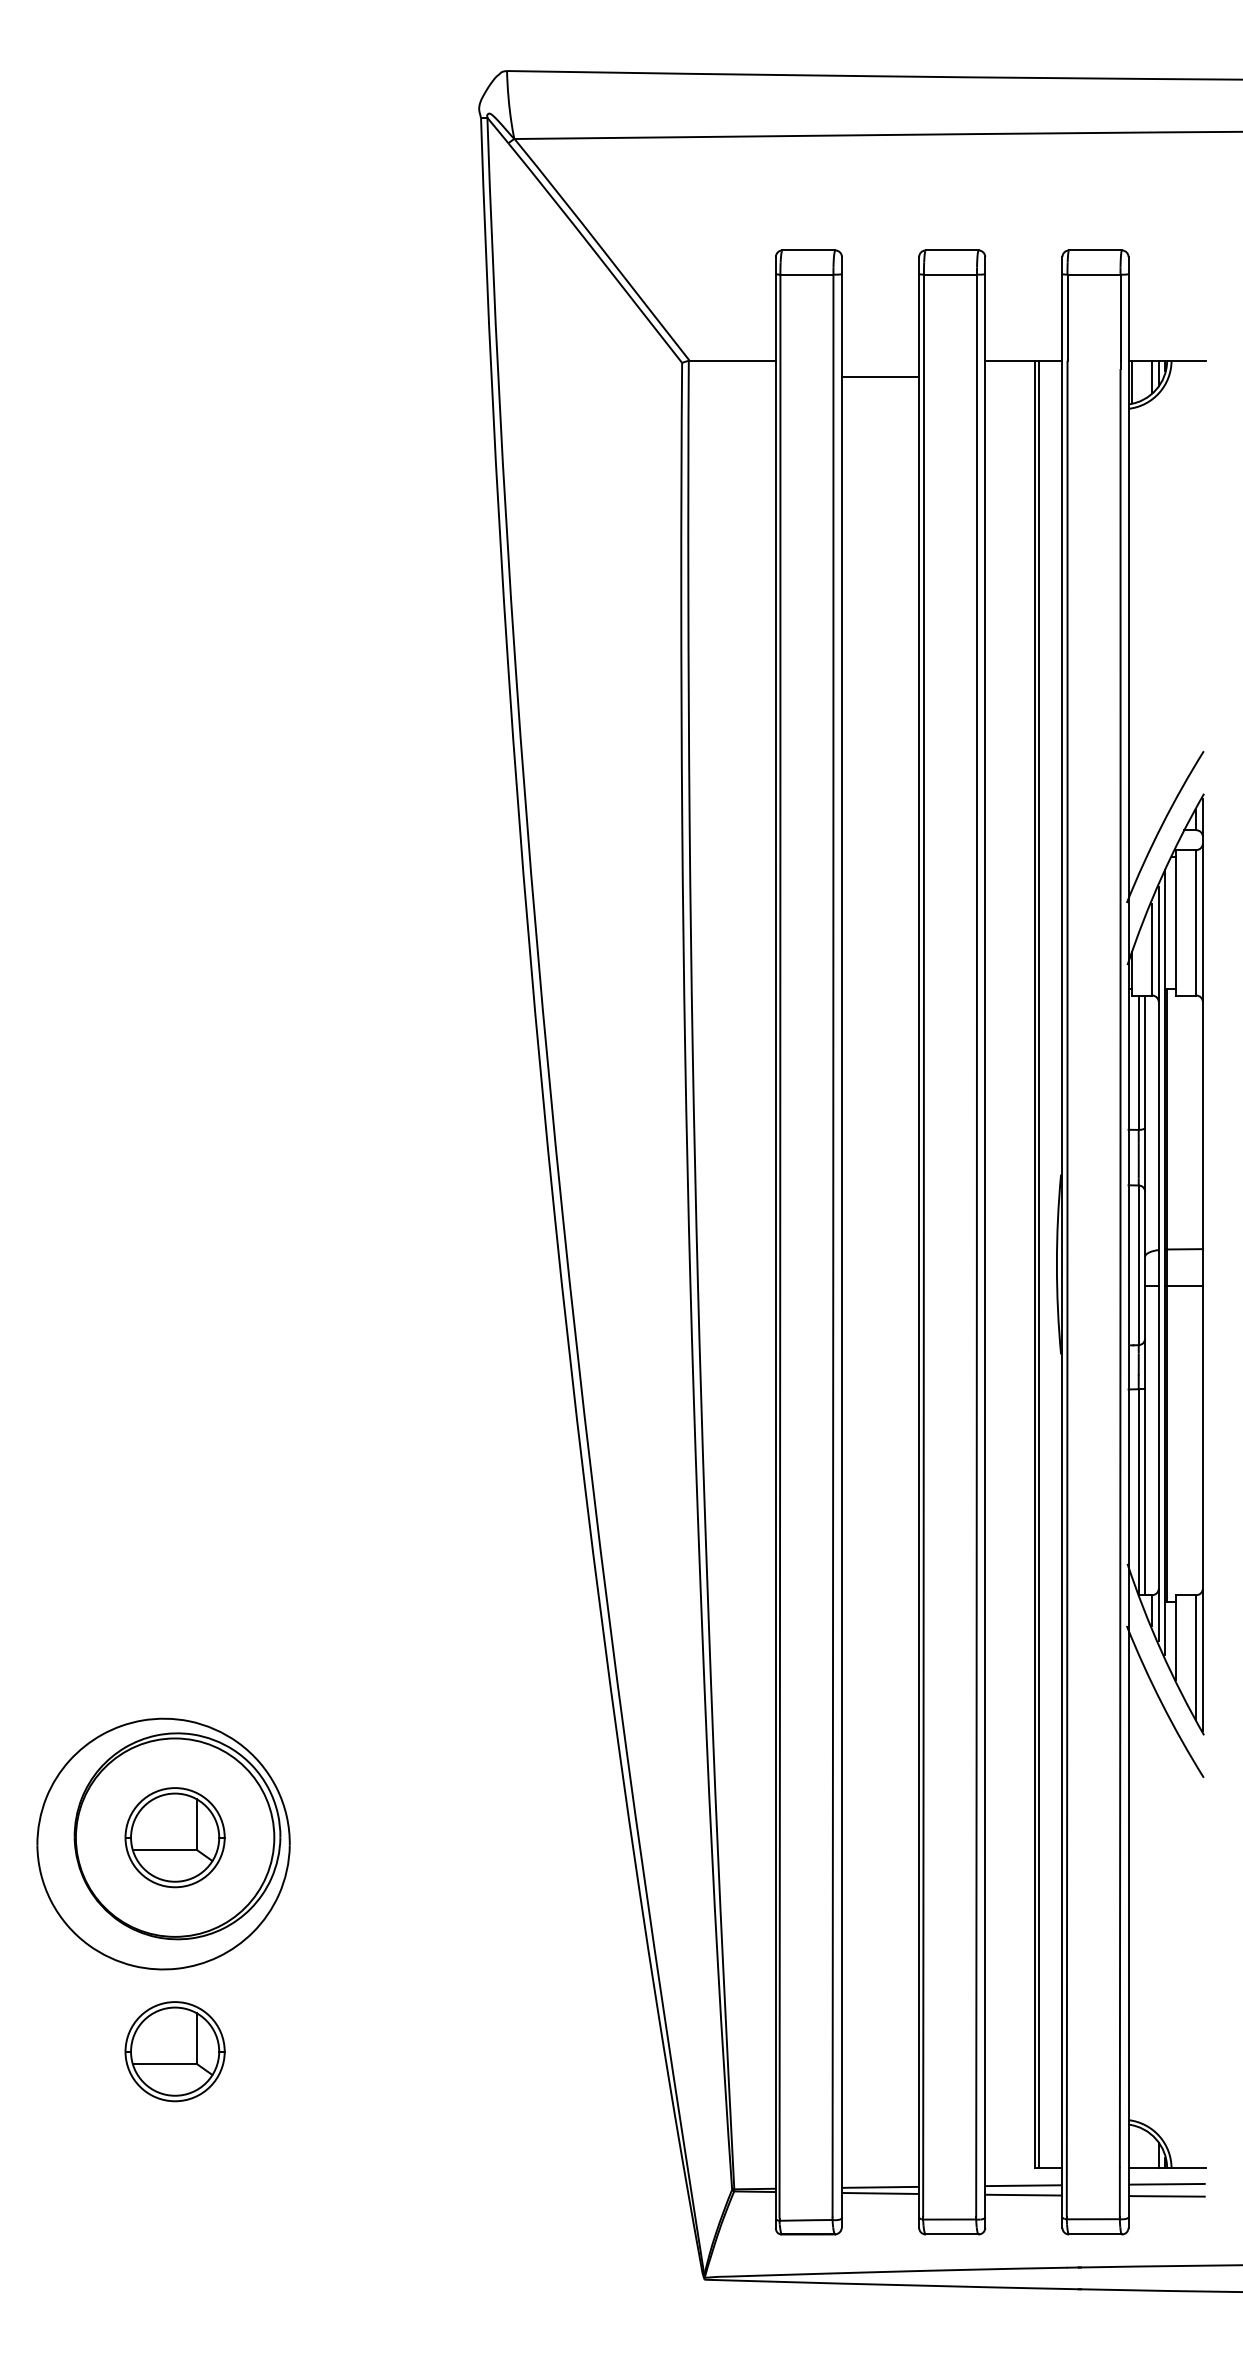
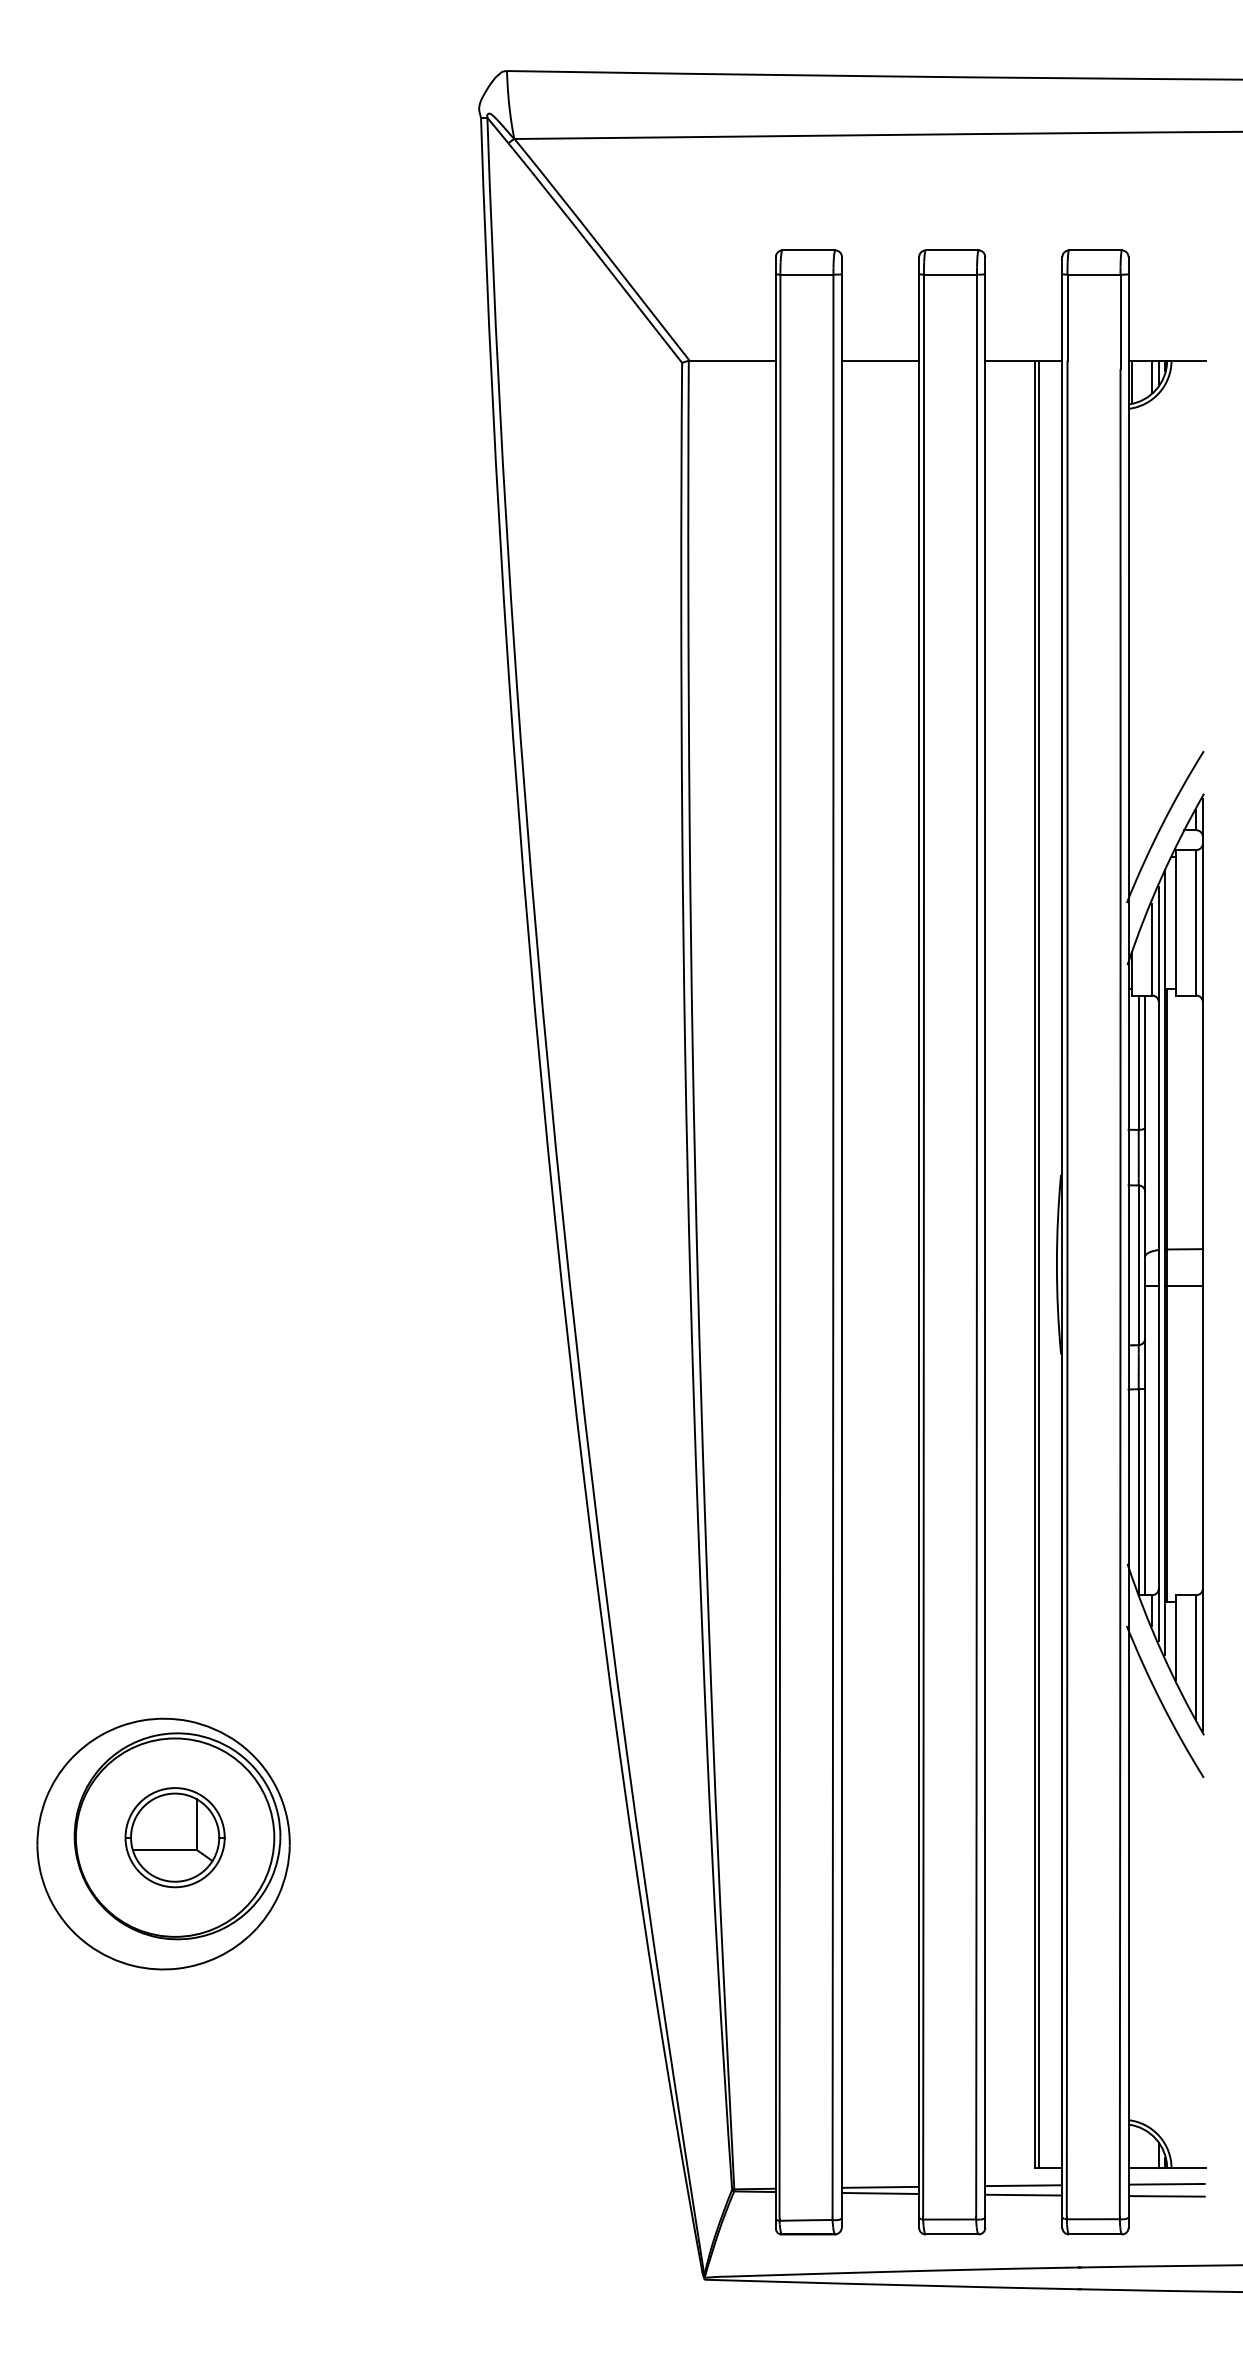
line at (880, 376) position: (880, 376) -> (880, 360)
part at (174, 2051): present -> none
